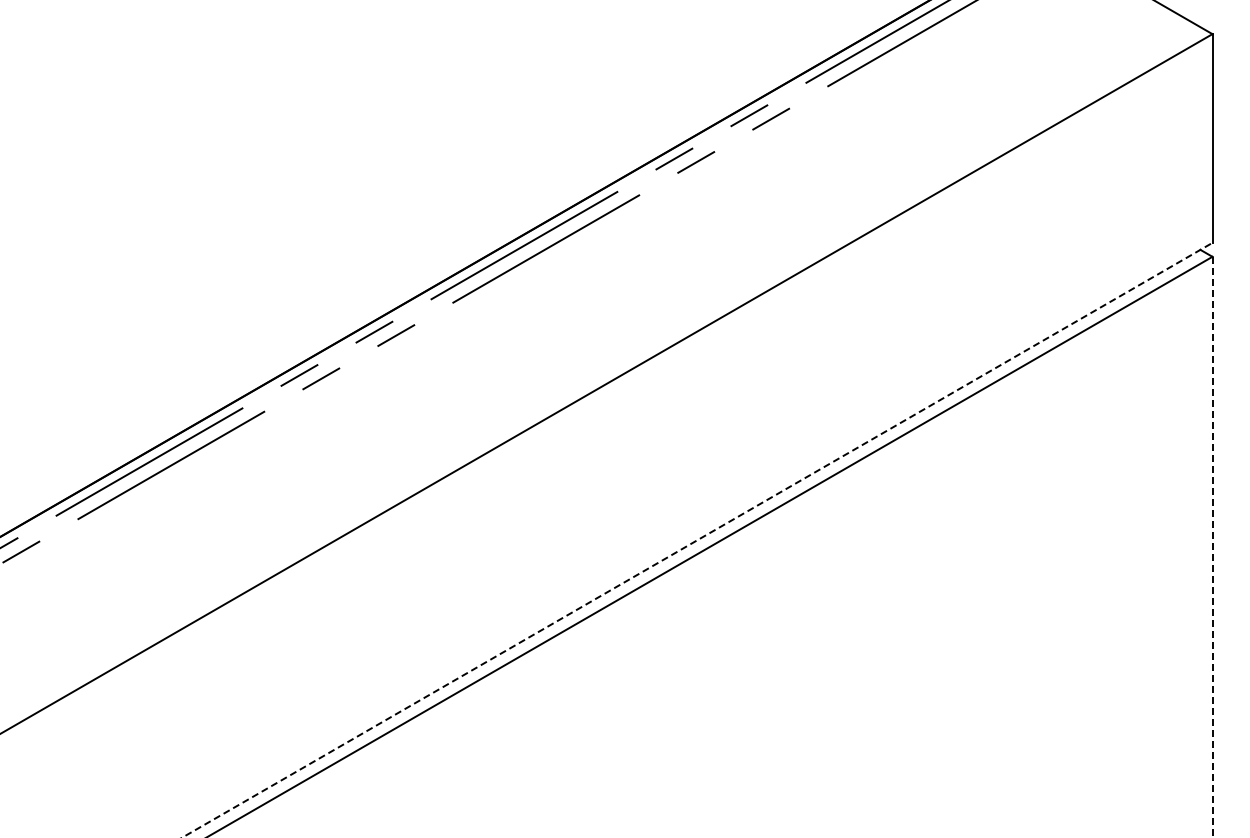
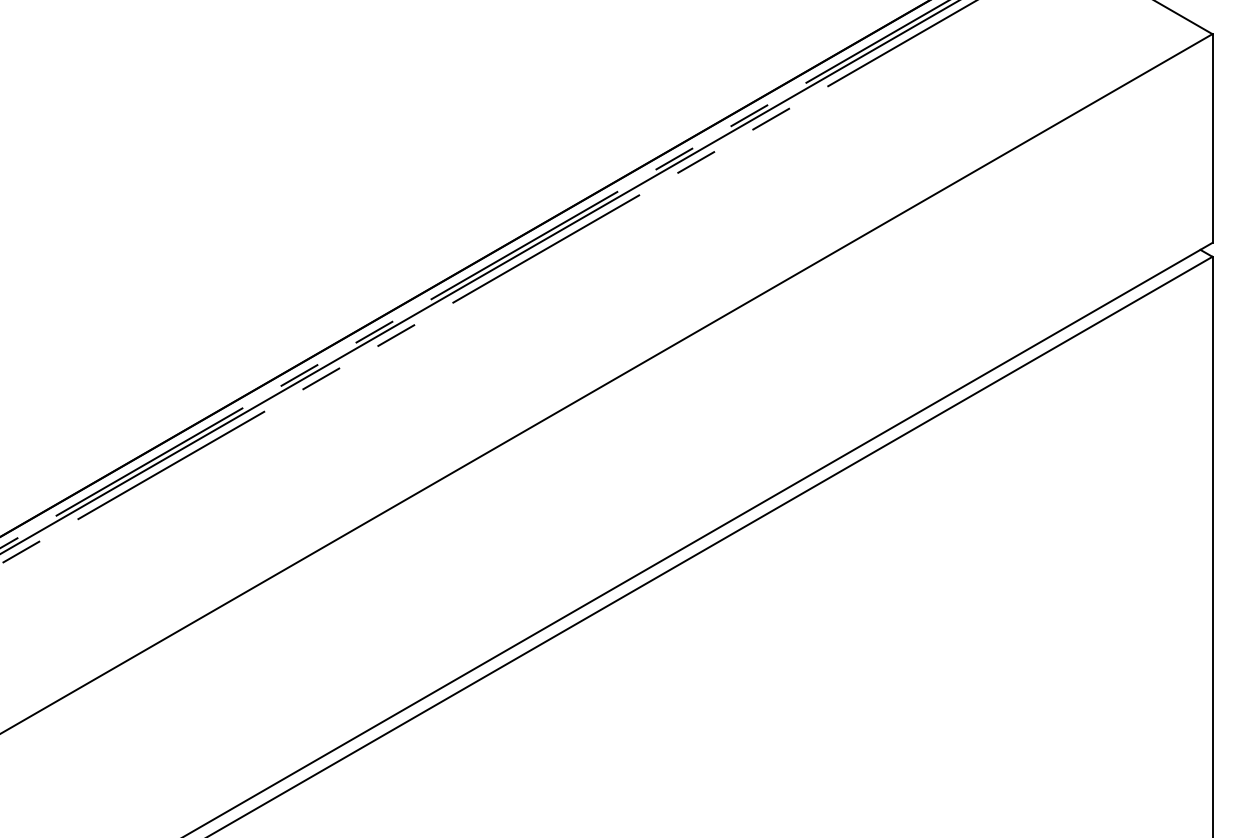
line at (478, 277): none -> present
line at (697, 540): dashed -> solid
line at (1212, 547): dashed -> solid
